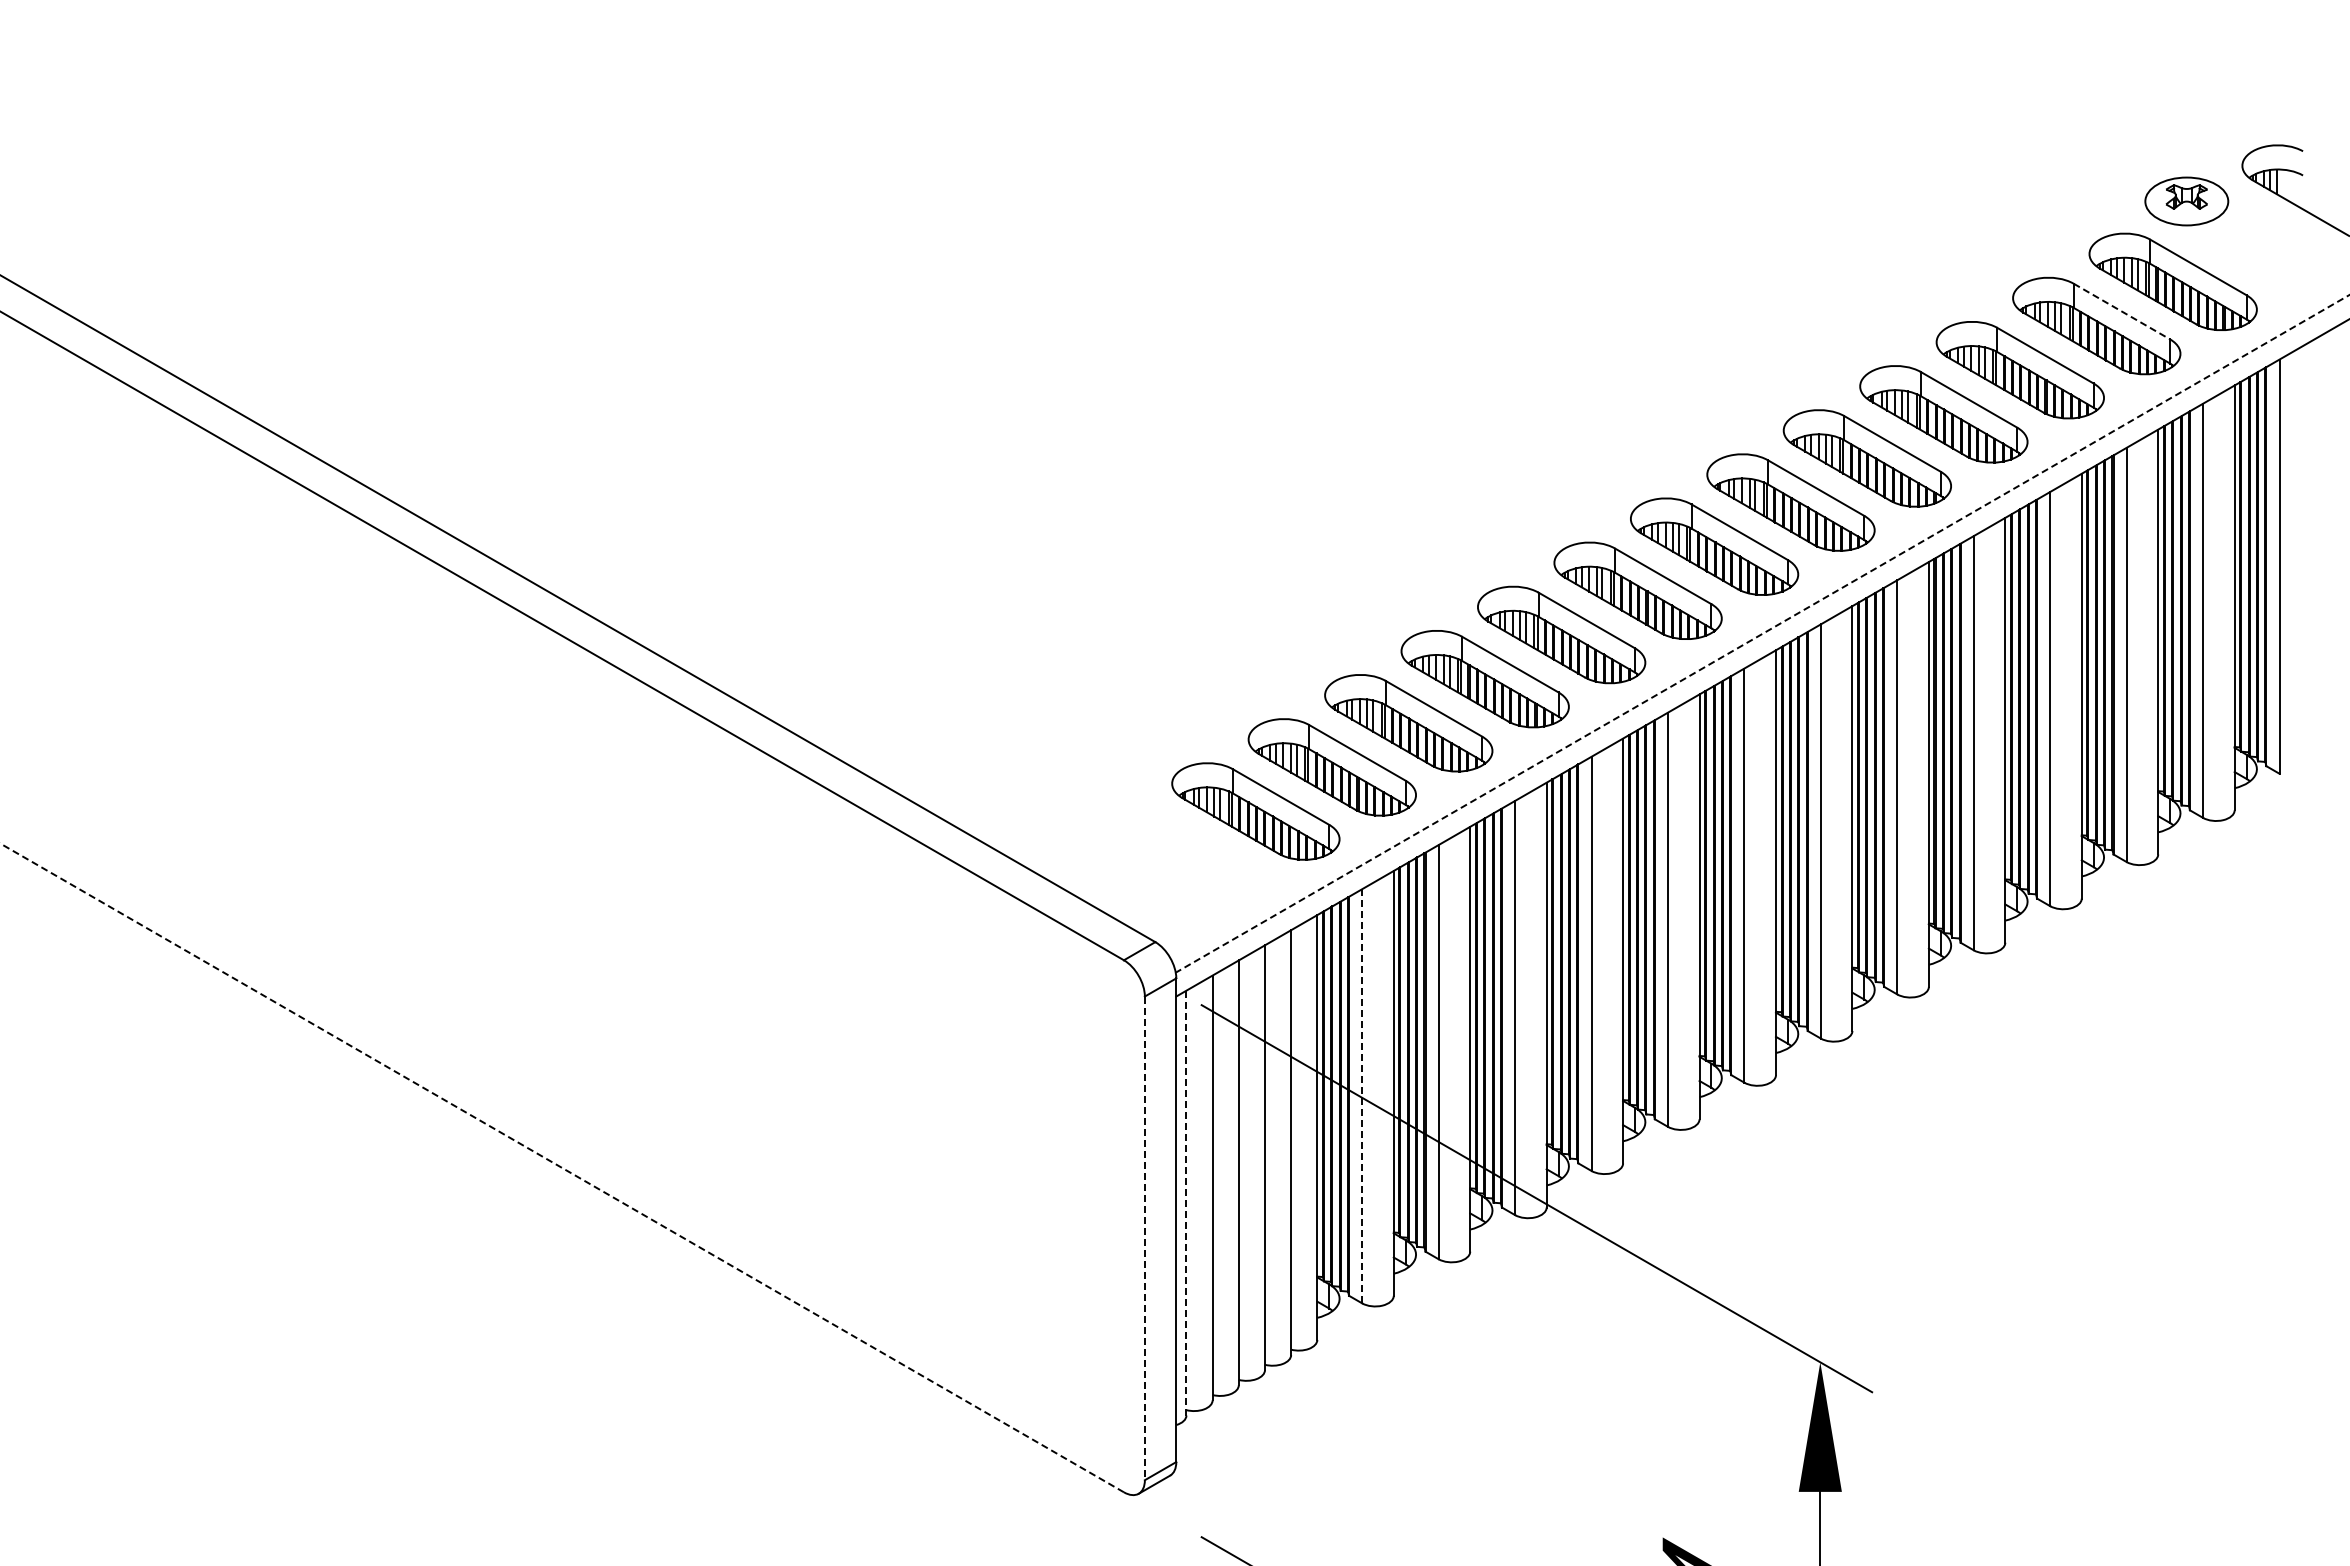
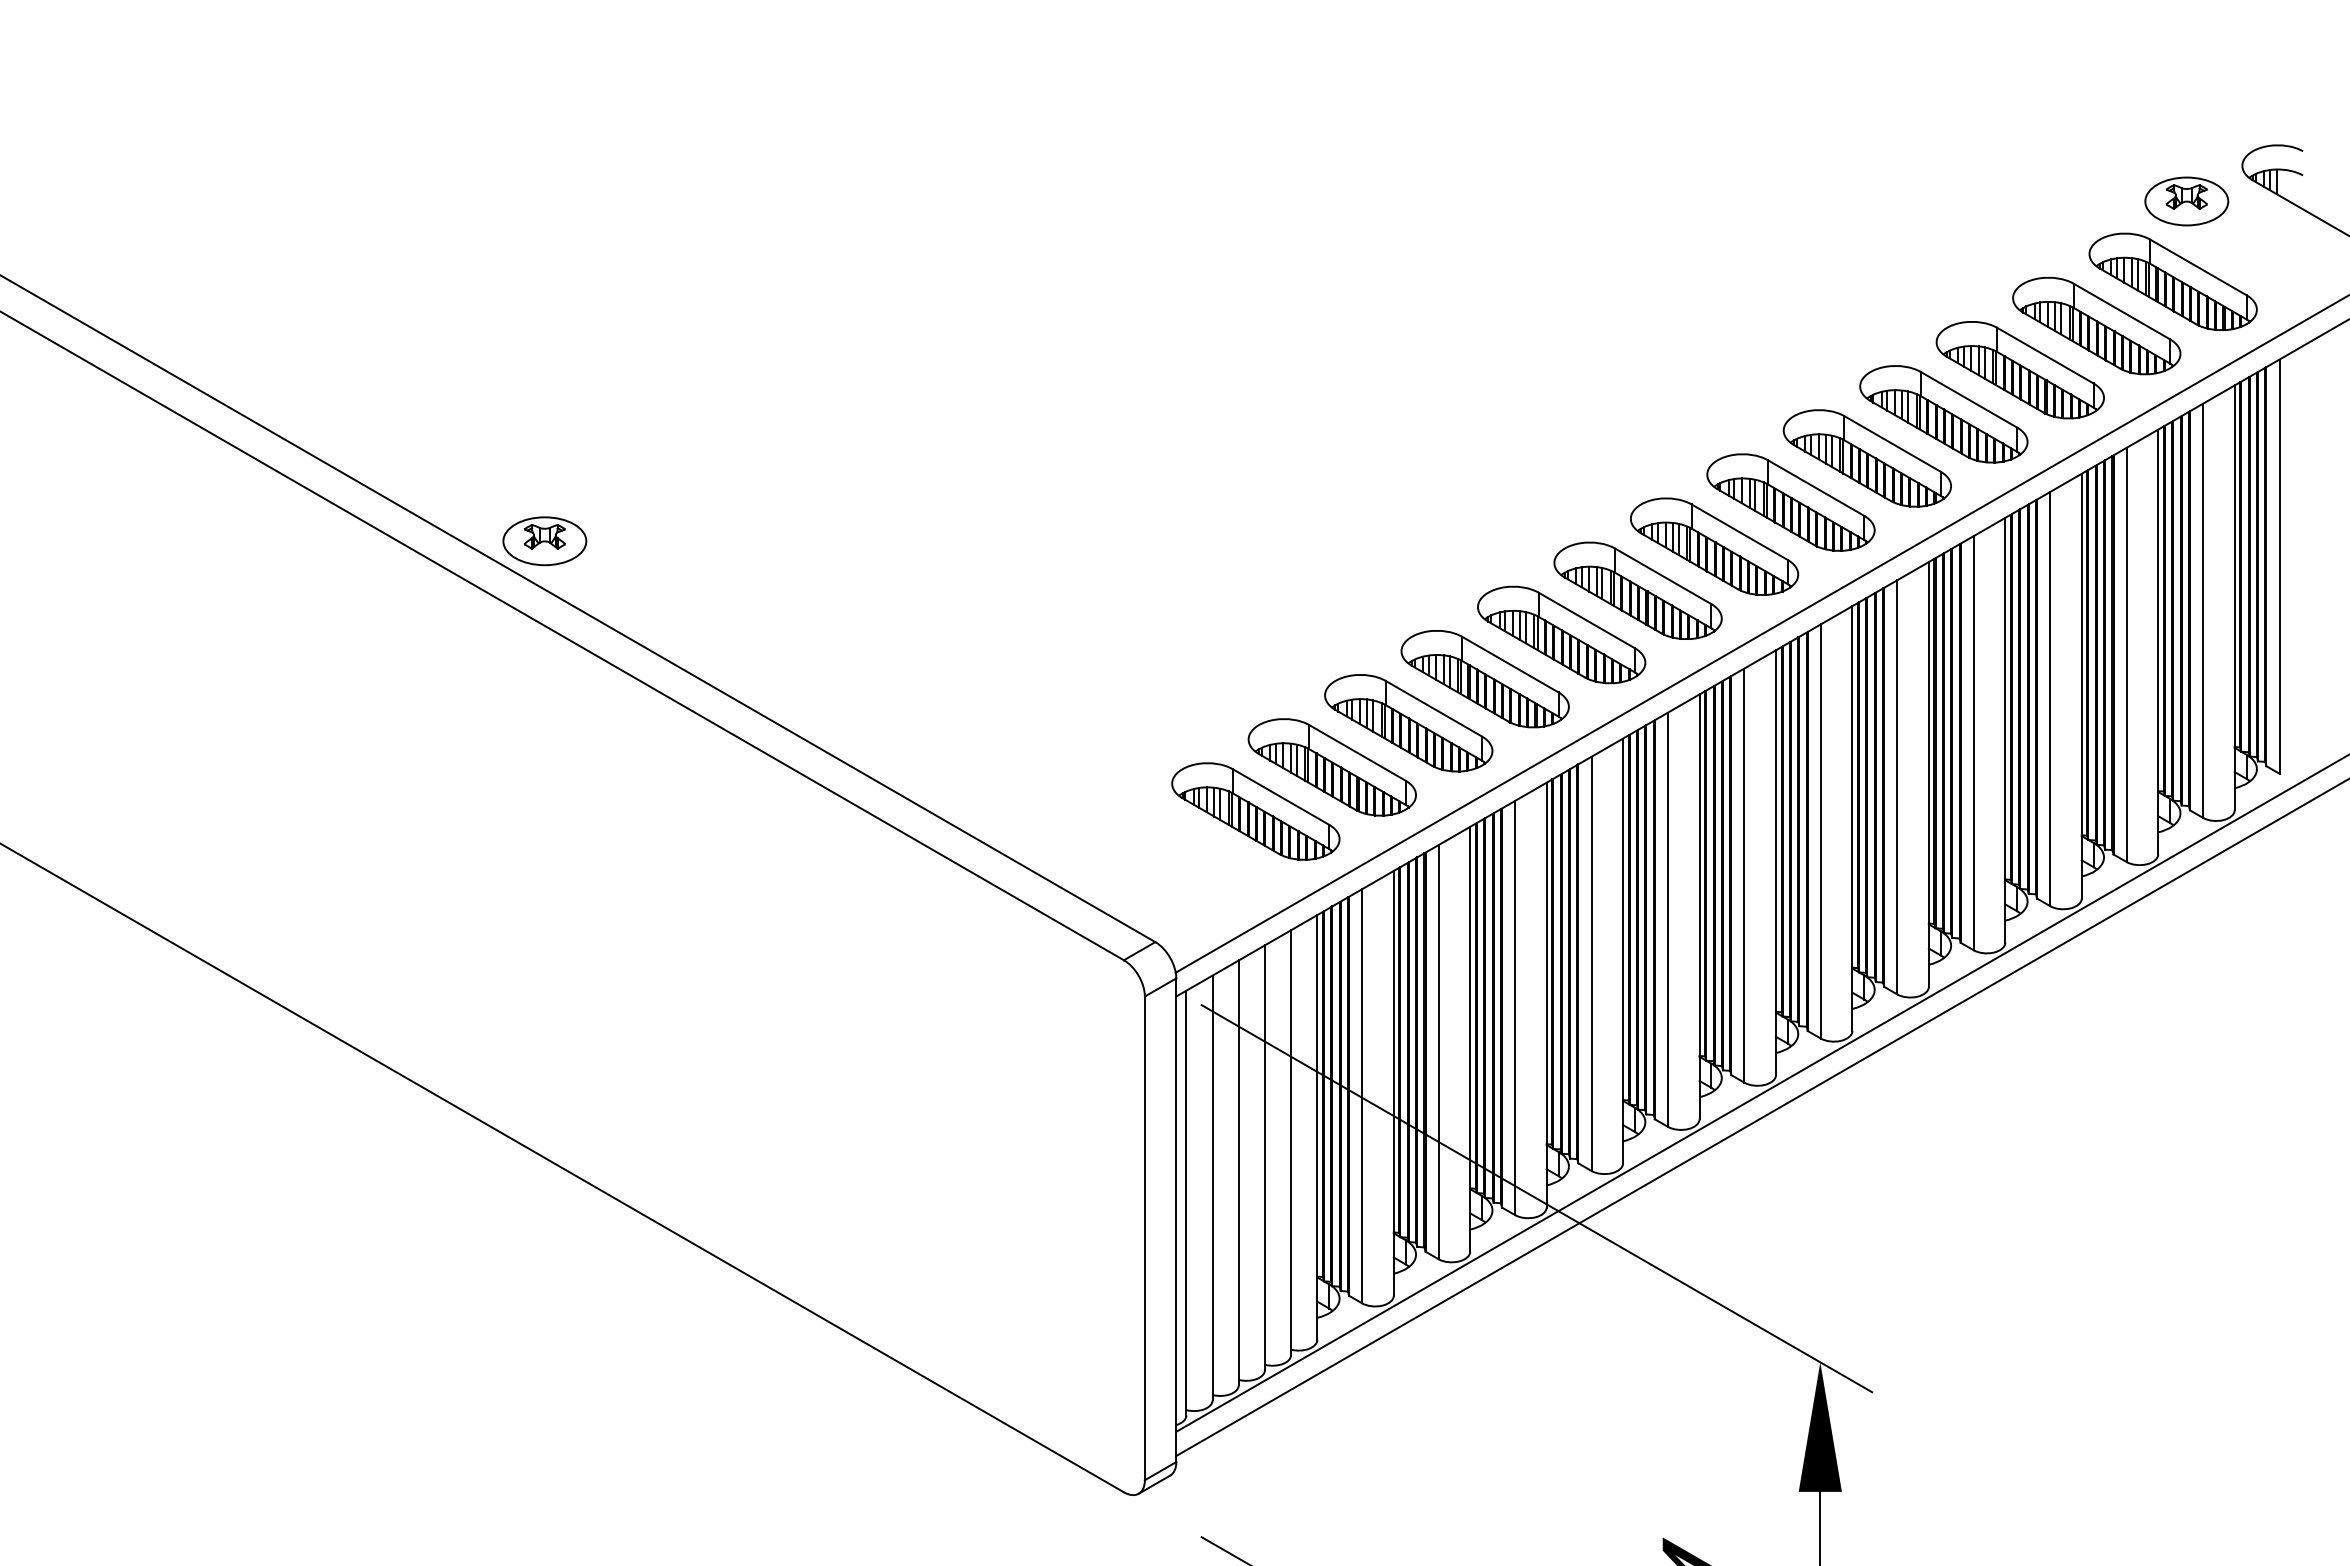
line at (2121, 311): dashed -> solid
part at (544, 541): none -> present
line at (1762, 633): dashed -> solid
line at (1761, 1093): none -> present
line at (1362, 1095): dashed -> solid
line at (1761, 1118): none -> present
line at (561, 1167): dashed -> solid
line at (1186, 1202): dashed -> solid
line at (1144, 1238): dashed -> solid
